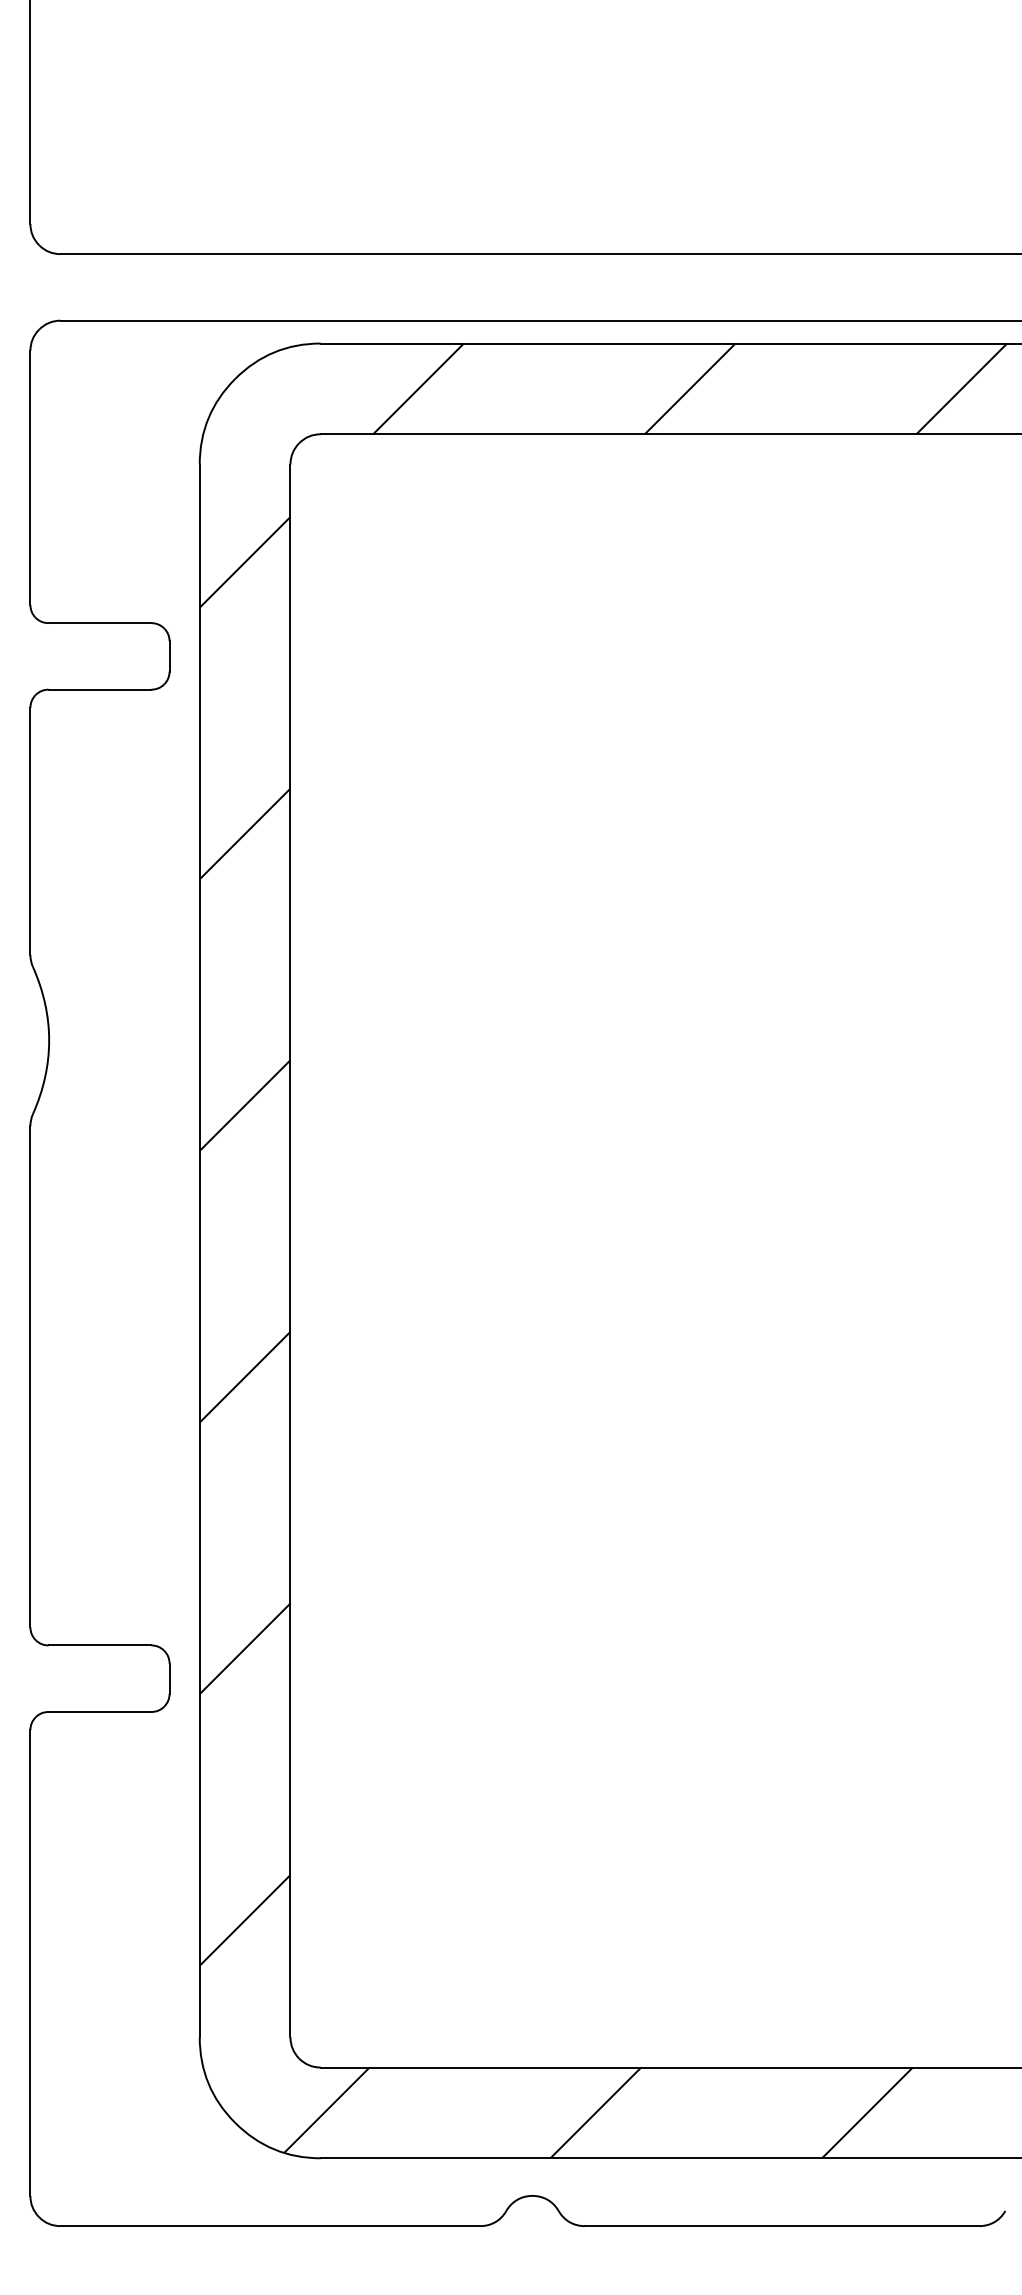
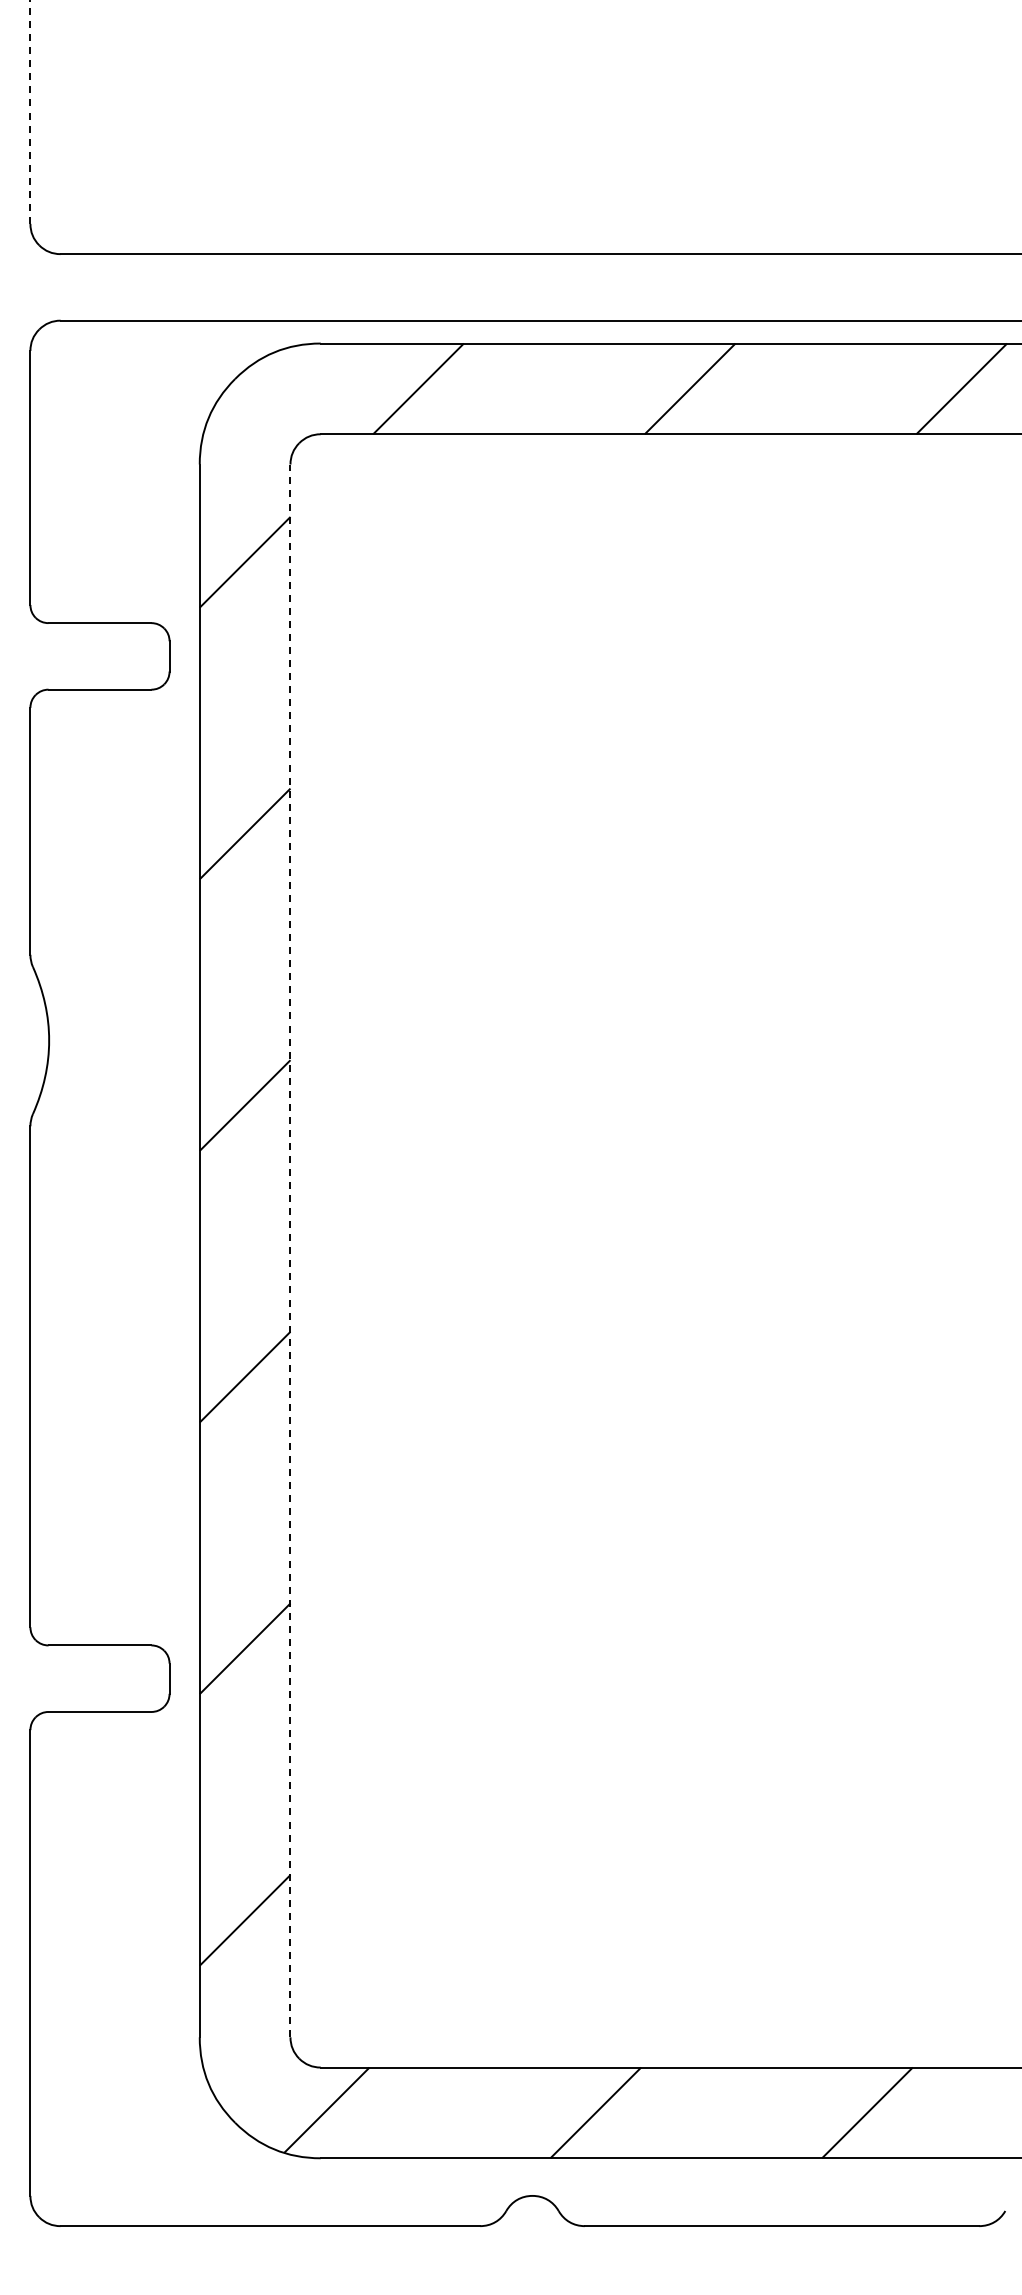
line at (30, 111): solid -> dashed
line at (290, 1250): solid -> dashed
